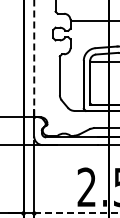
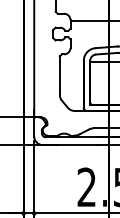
line at (34, 58): dashed -> solid
line at (76, 213): dashed -> solid
